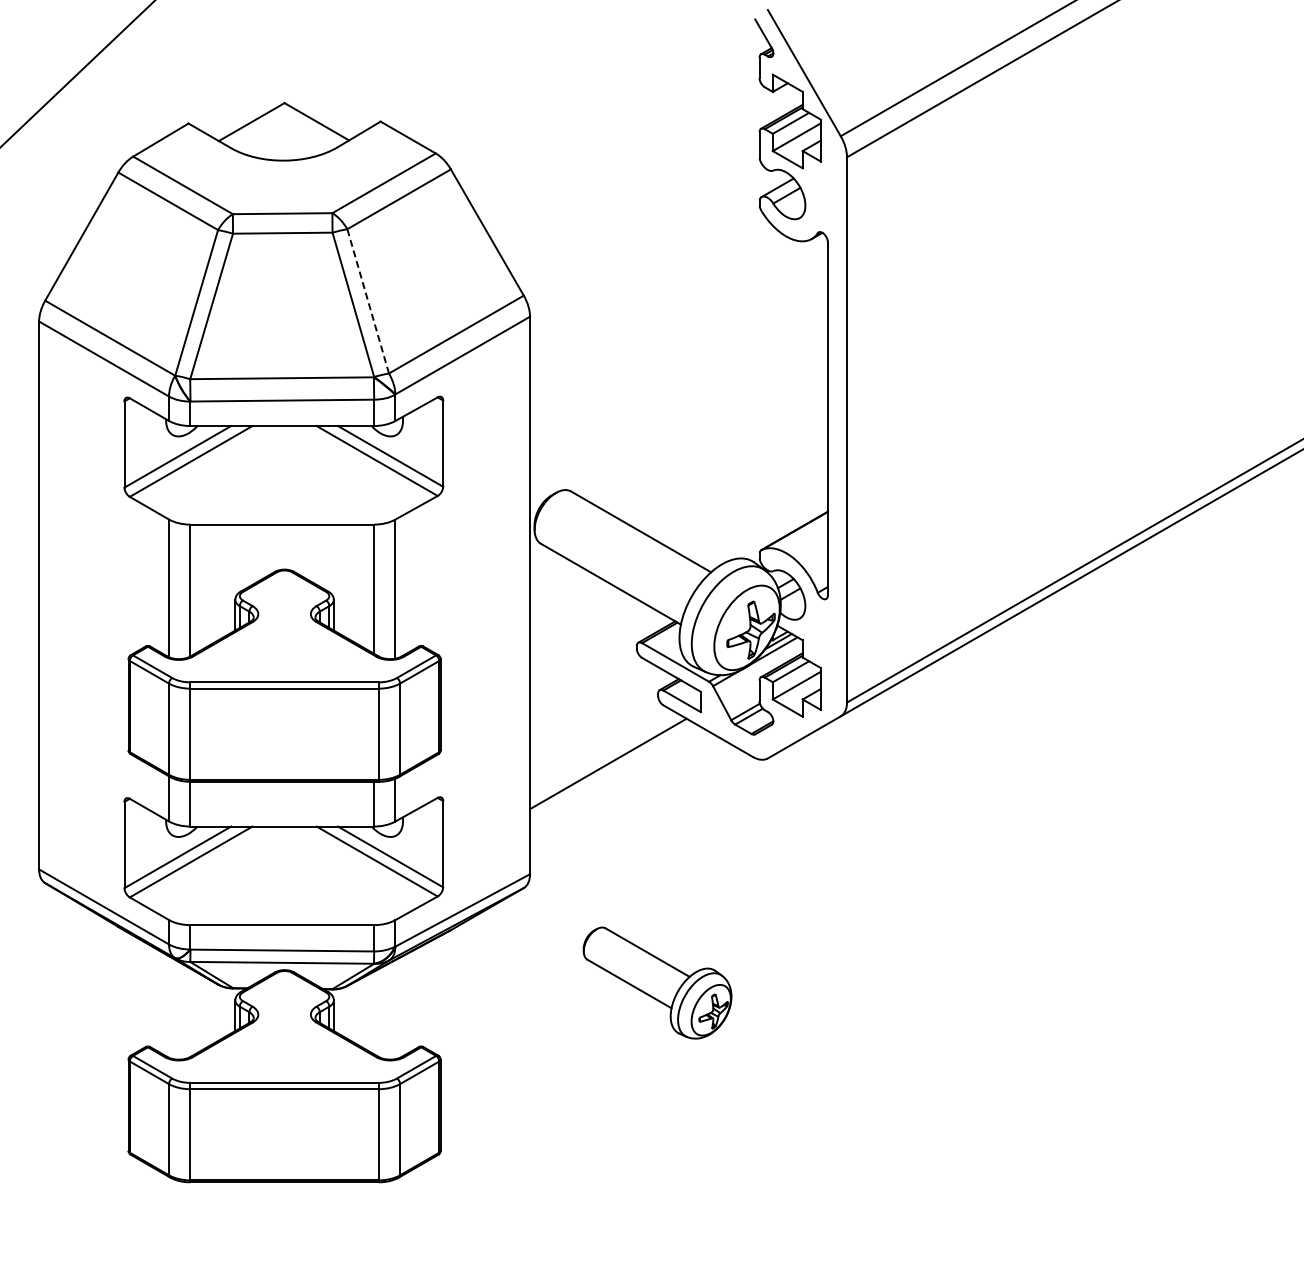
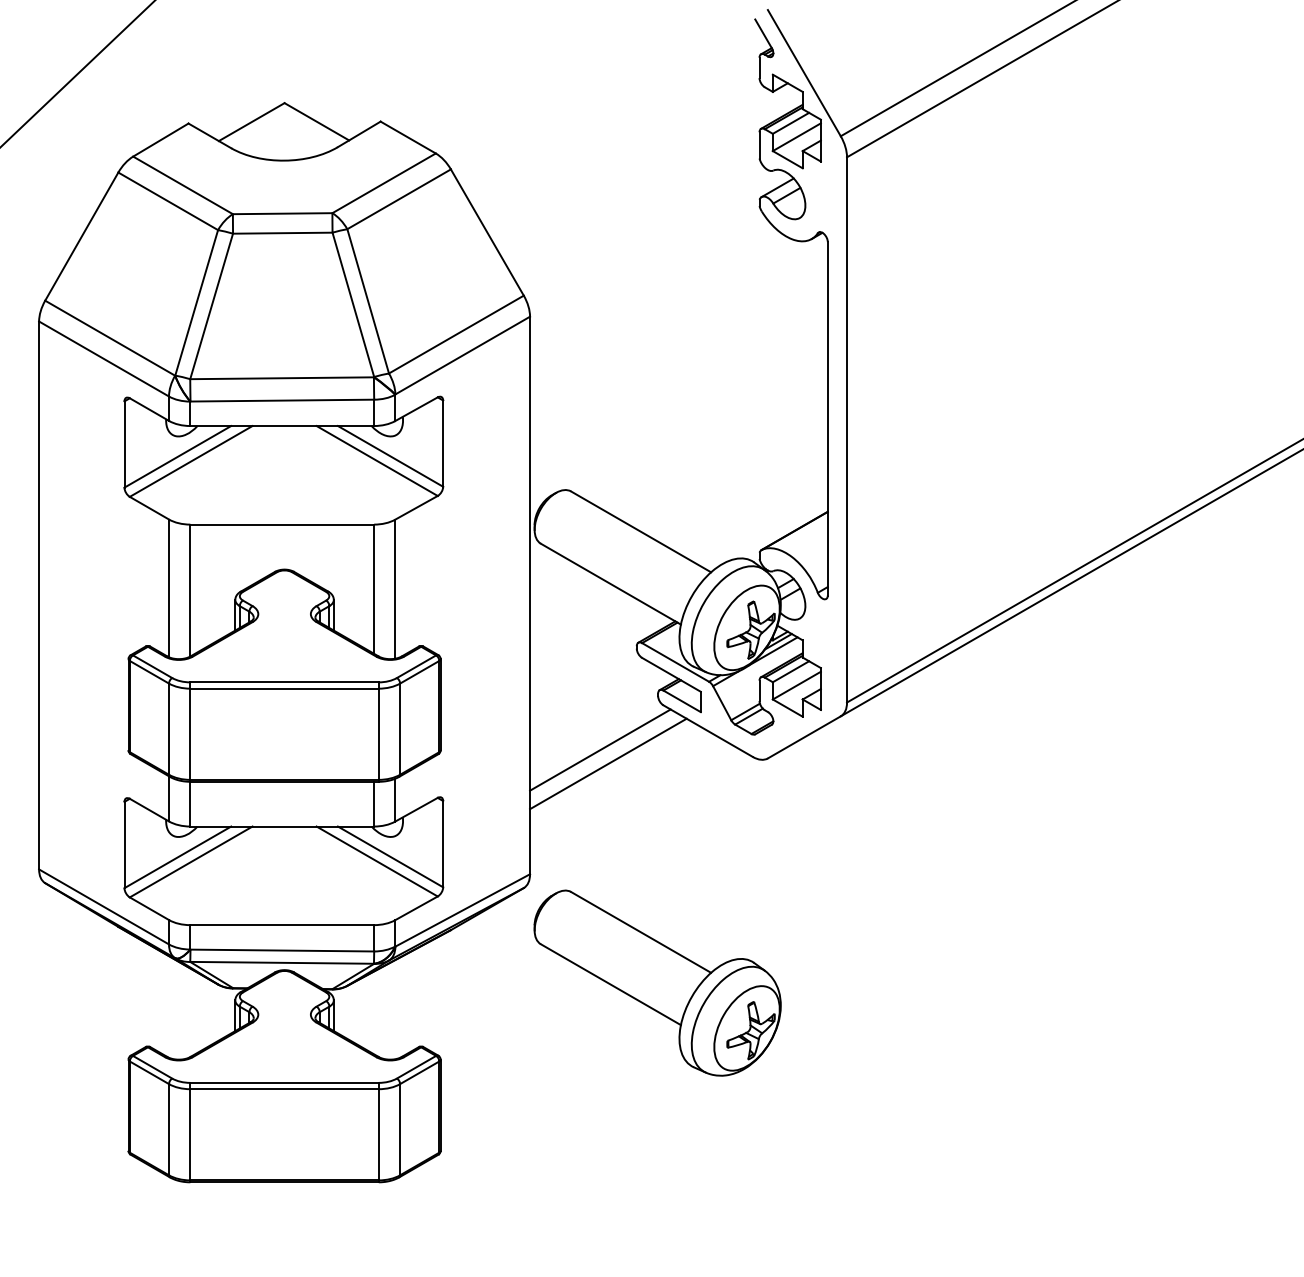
line at (368, 300): dashed -> solid
line at (600, 749): none -> present
part at (657, 982) size: 151x114 px -> 249x188 px
